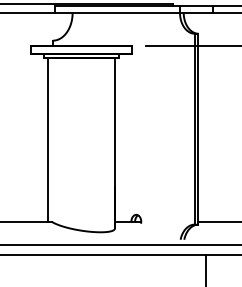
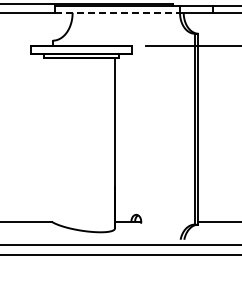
line at (118, 12): solid -> dashed
line at (47, 139): present -> none
line at (206, 268): present -> none
